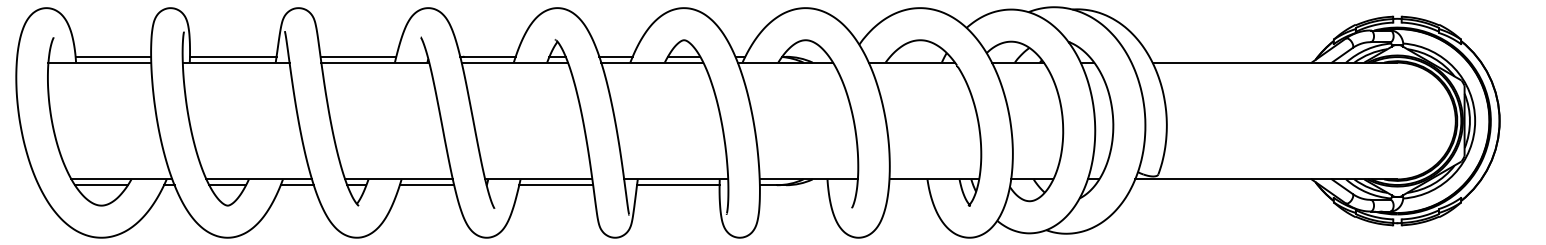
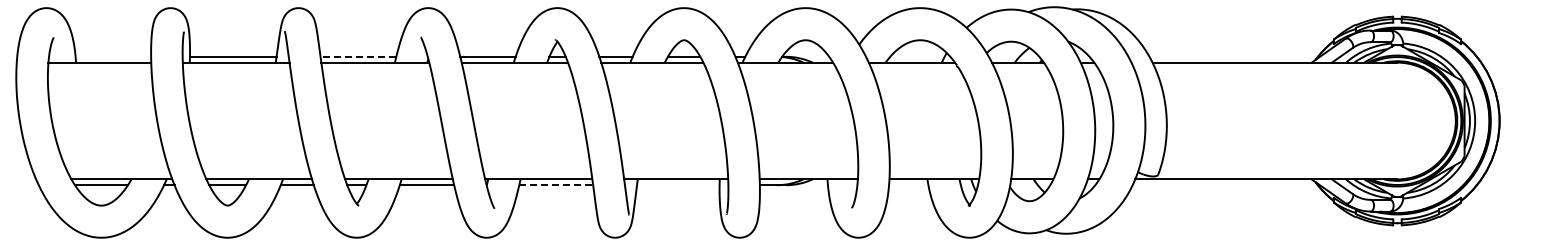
line at (113, 56): present -> none
line at (358, 56): solid -> dashed
line at (556, 185): solid -> dashed
line at (678, 185): present -> none
